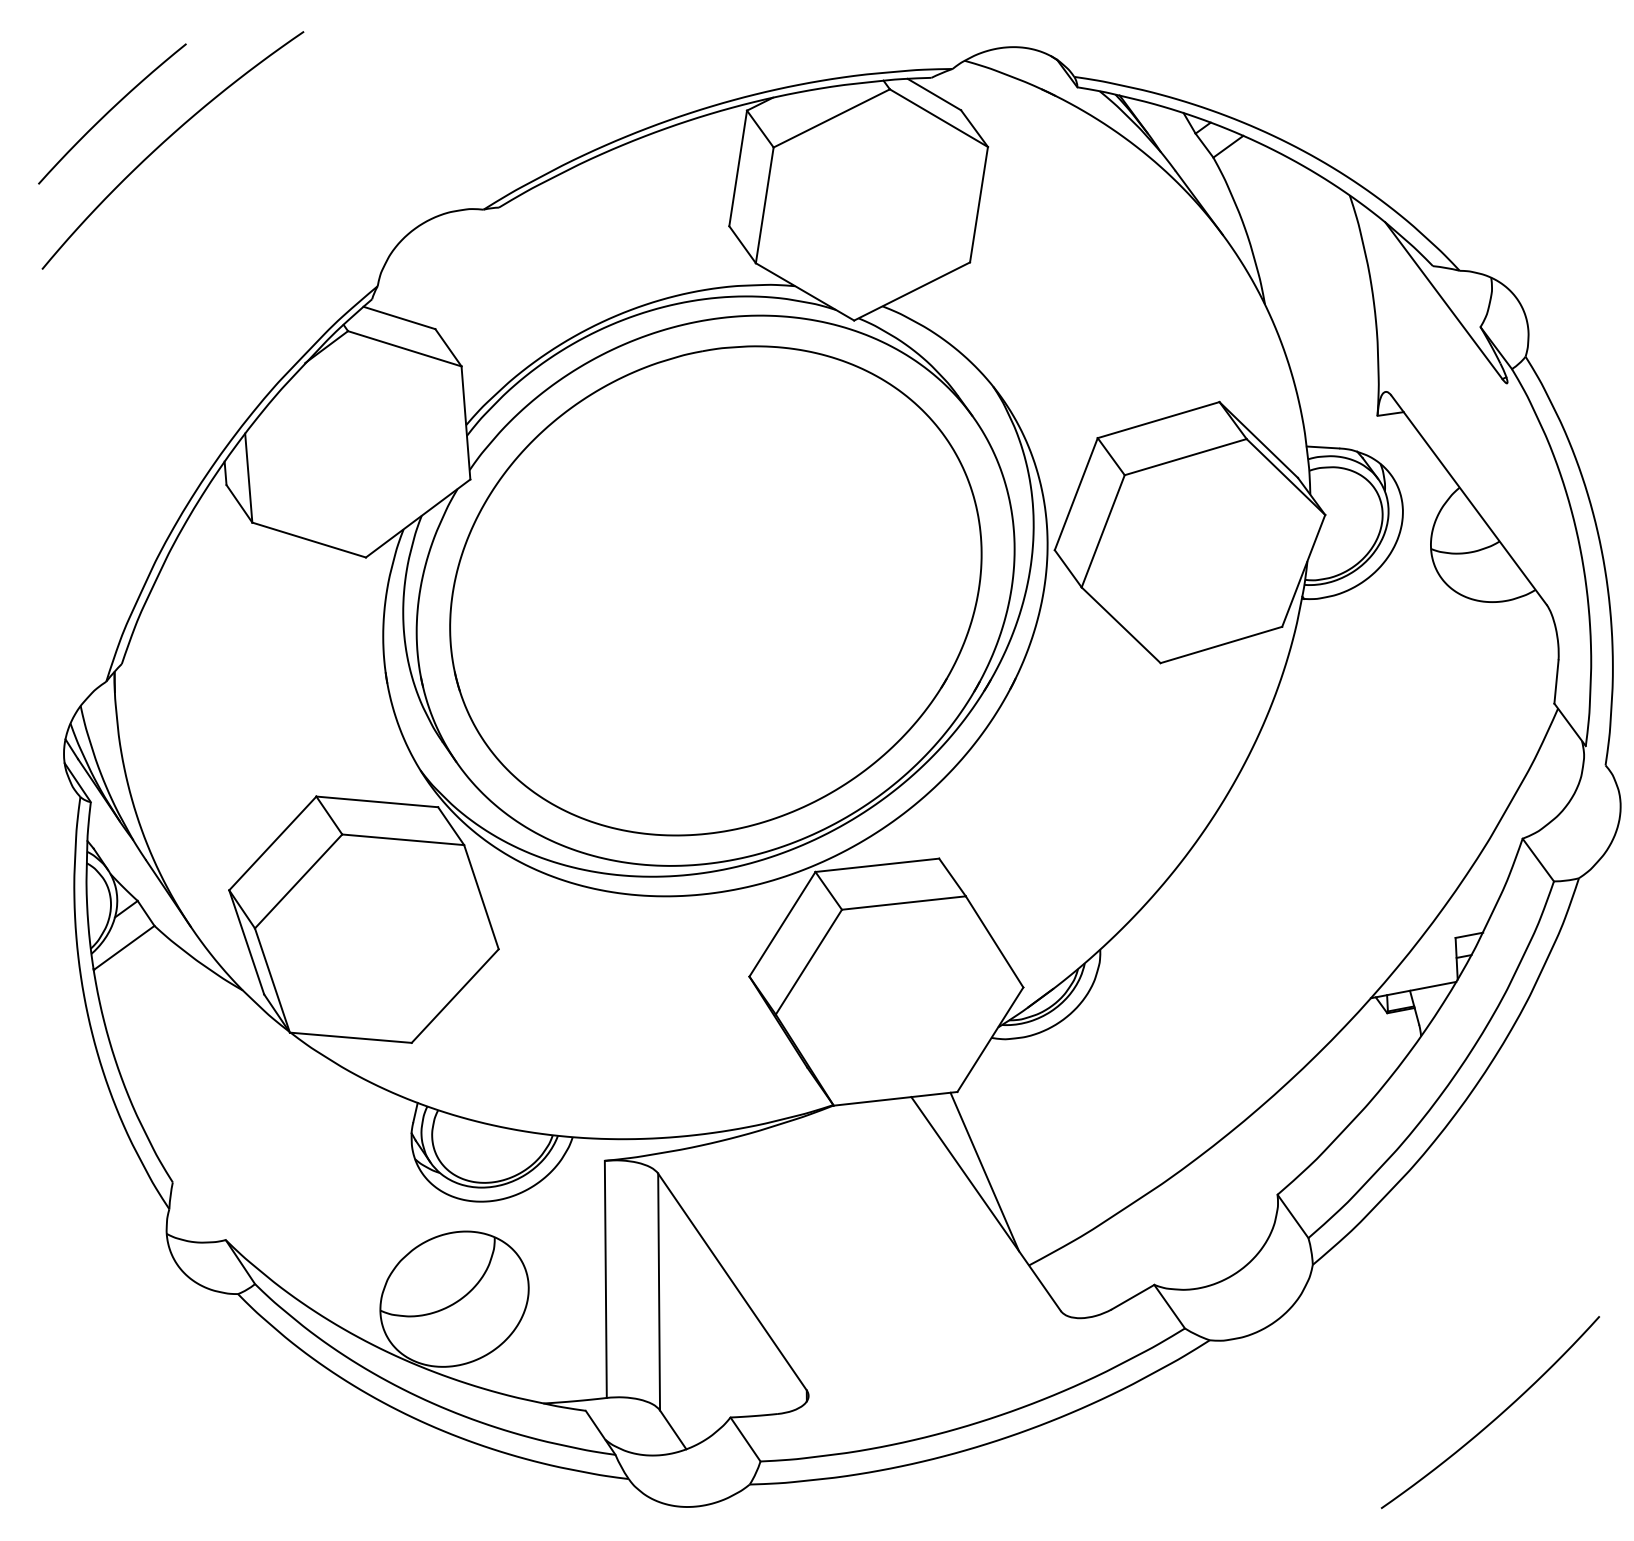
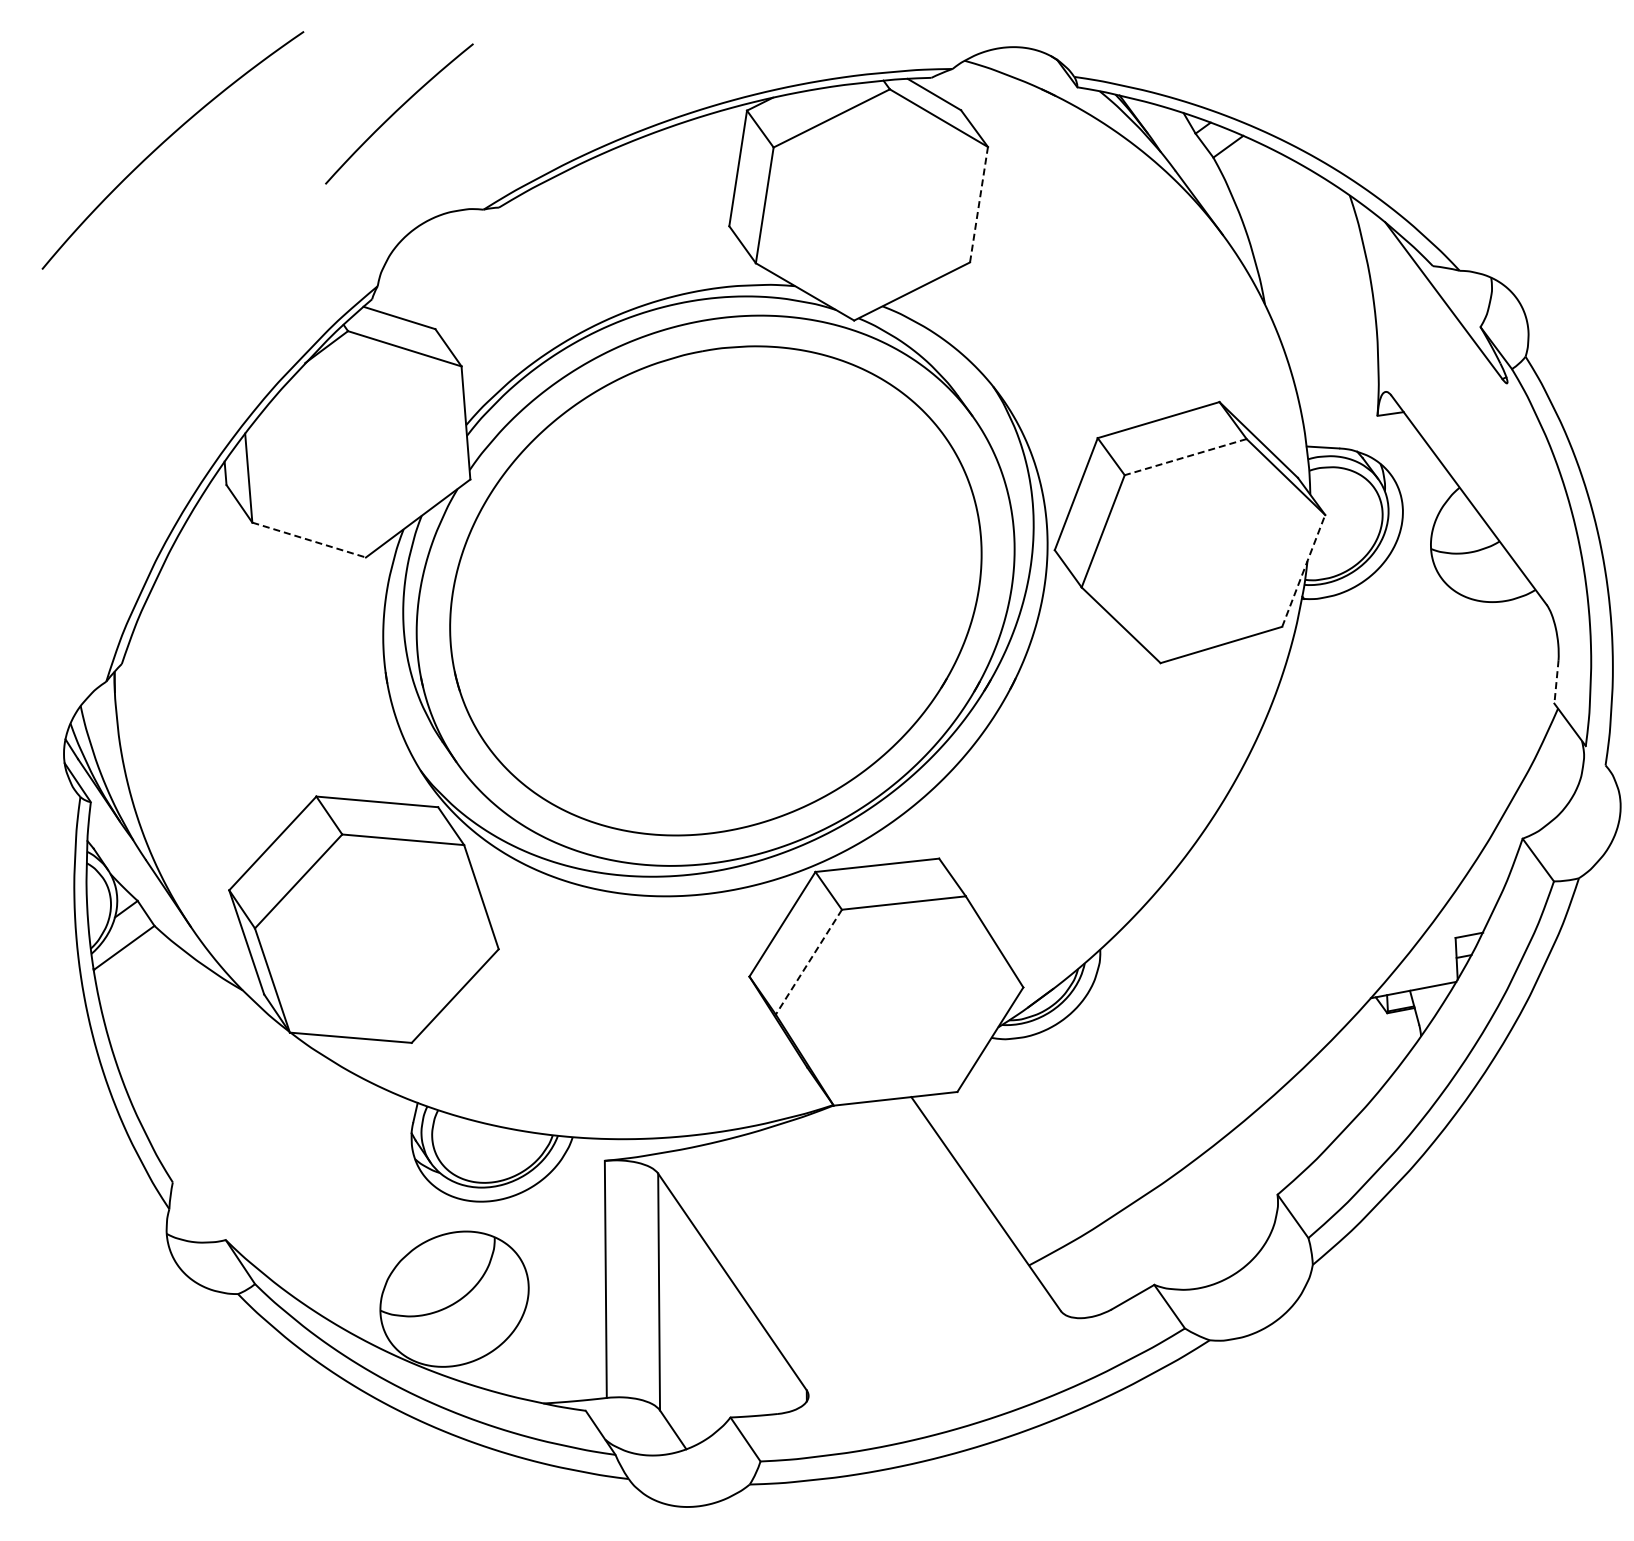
curve at (110, 111) position: (110, 111) -> (397, 111)
line at (979, 204): solid -> dashed
line at (1185, 457): solid -> dashed
line at (309, 540): solid -> dashed
line at (1303, 570): solid -> dashed
line at (1556, 681): solid -> dashed
line at (808, 962): solid -> dashed
line at (984, 1171): present -> none
curve at (1495, 1417): present -> none
